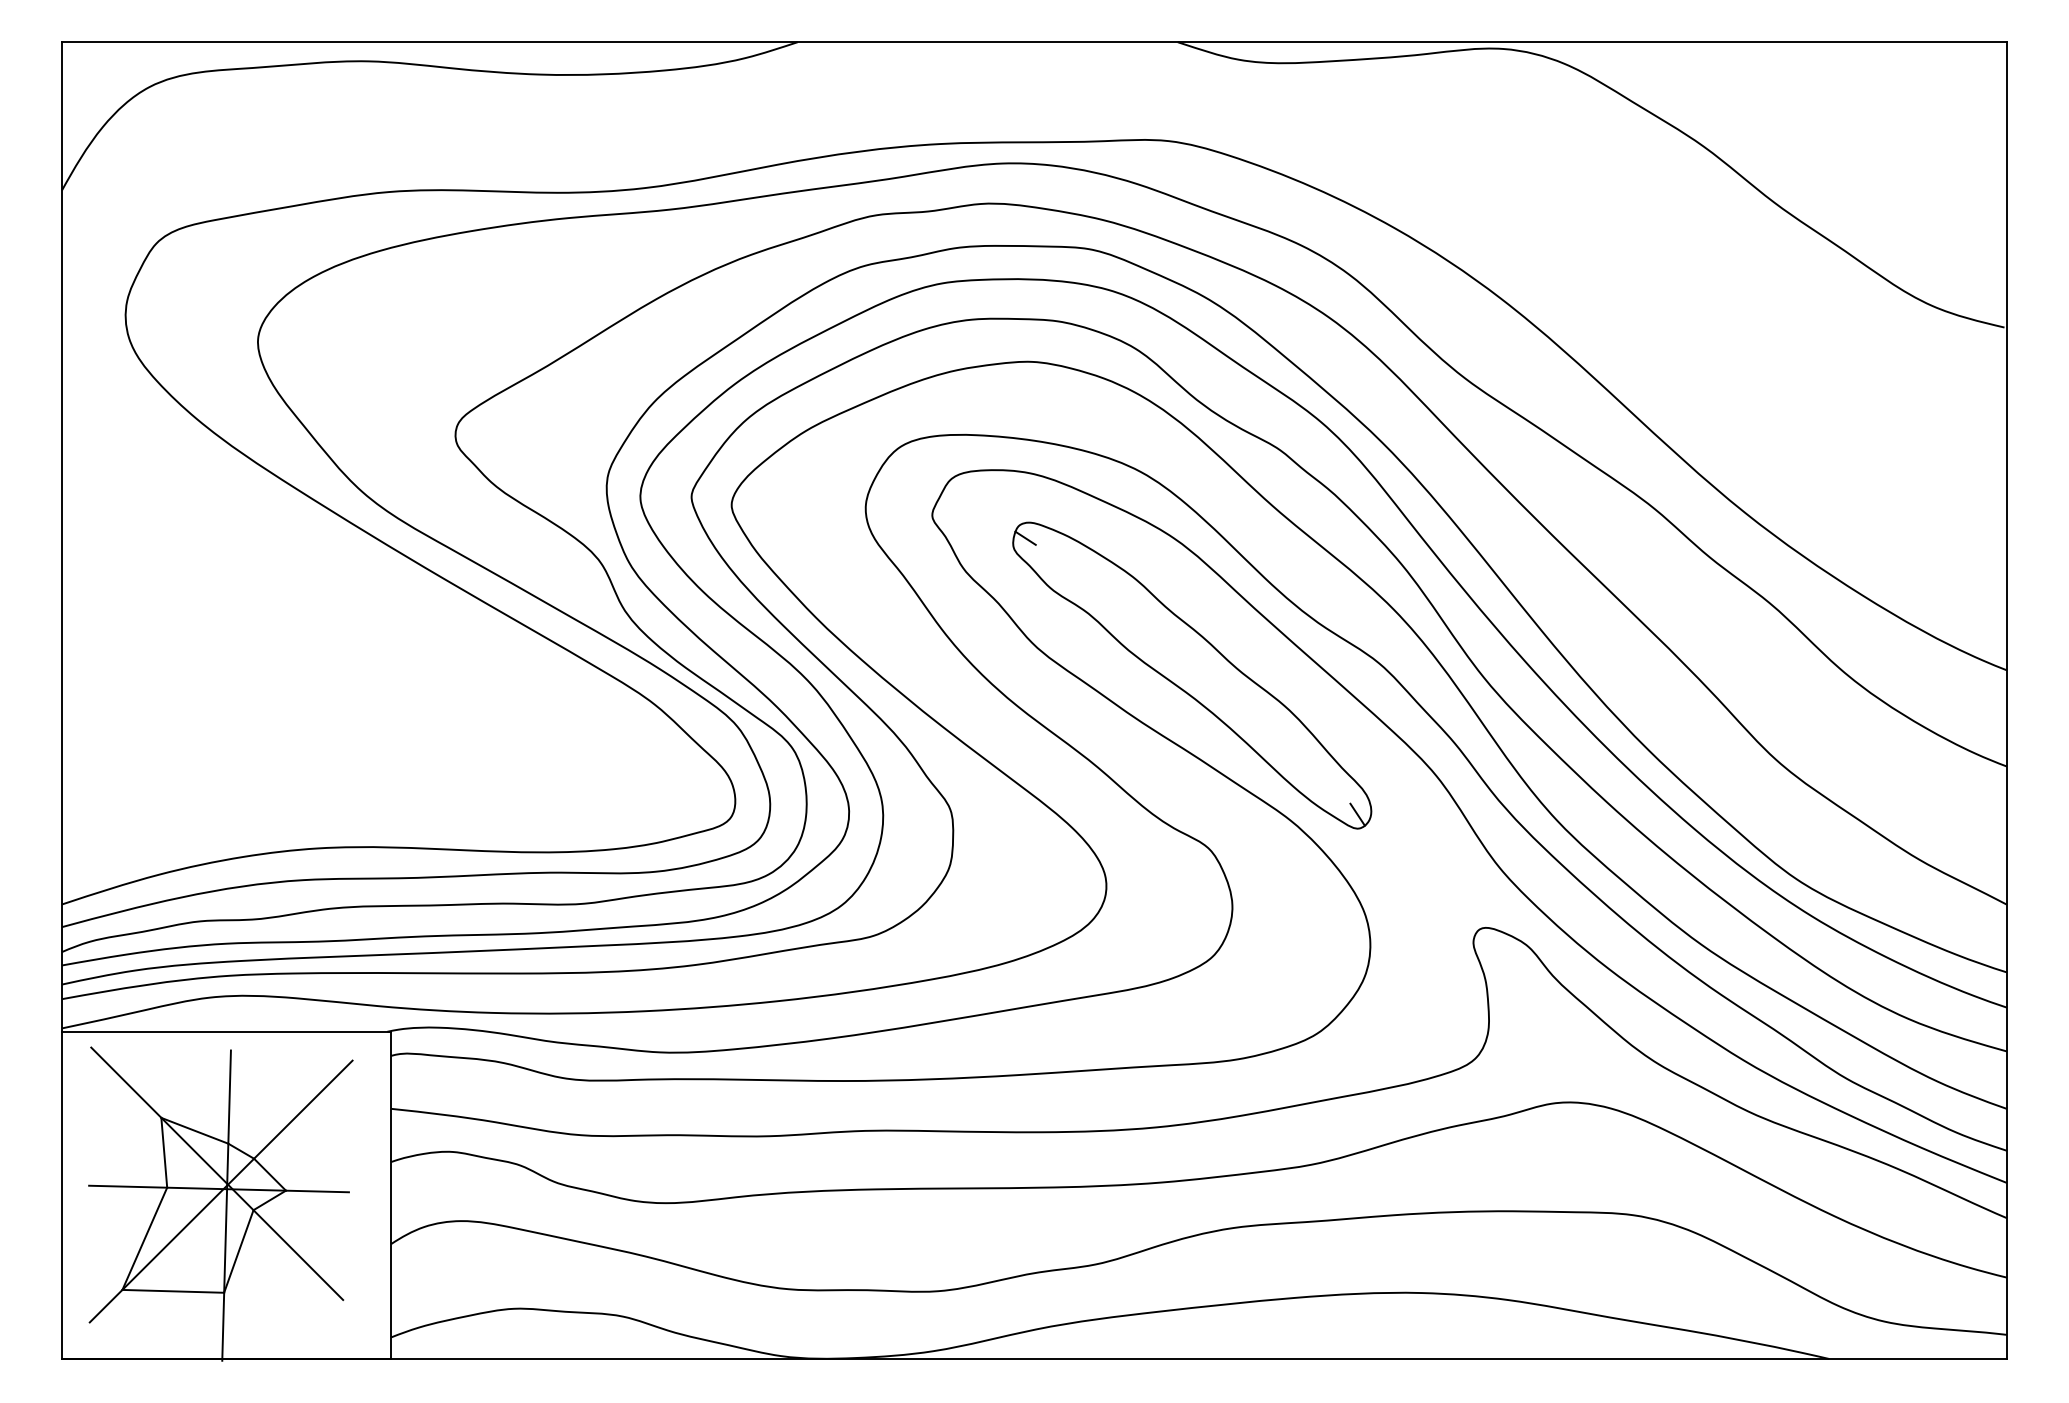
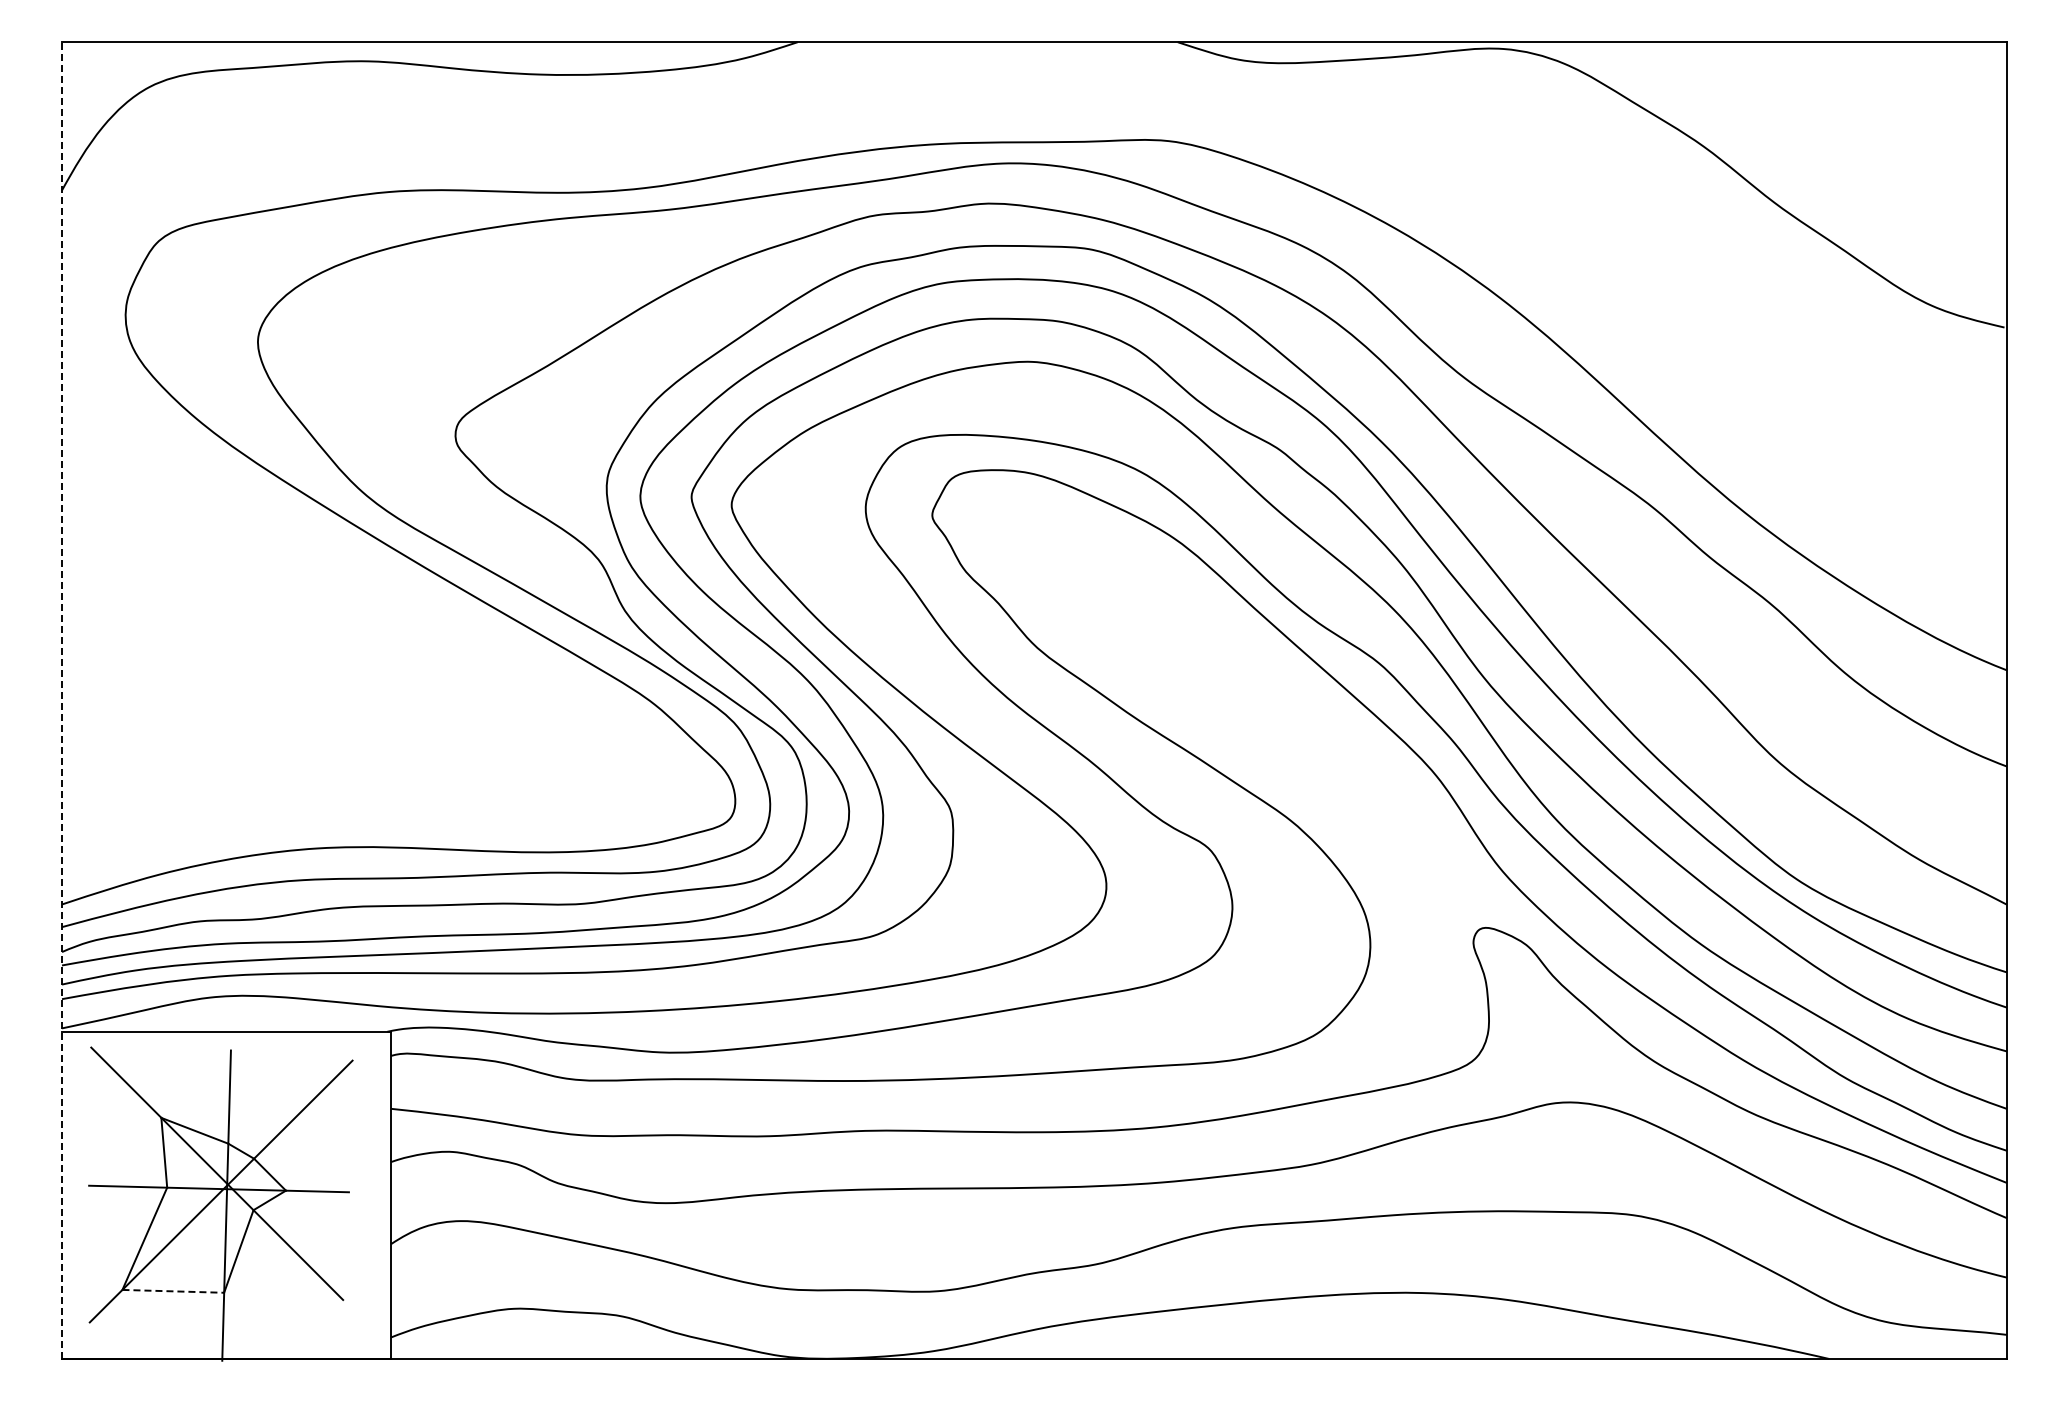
part at (1192, 675): present -> none
line at (62, 700): solid -> dashed
line at (173, 1291): solid -> dashed
